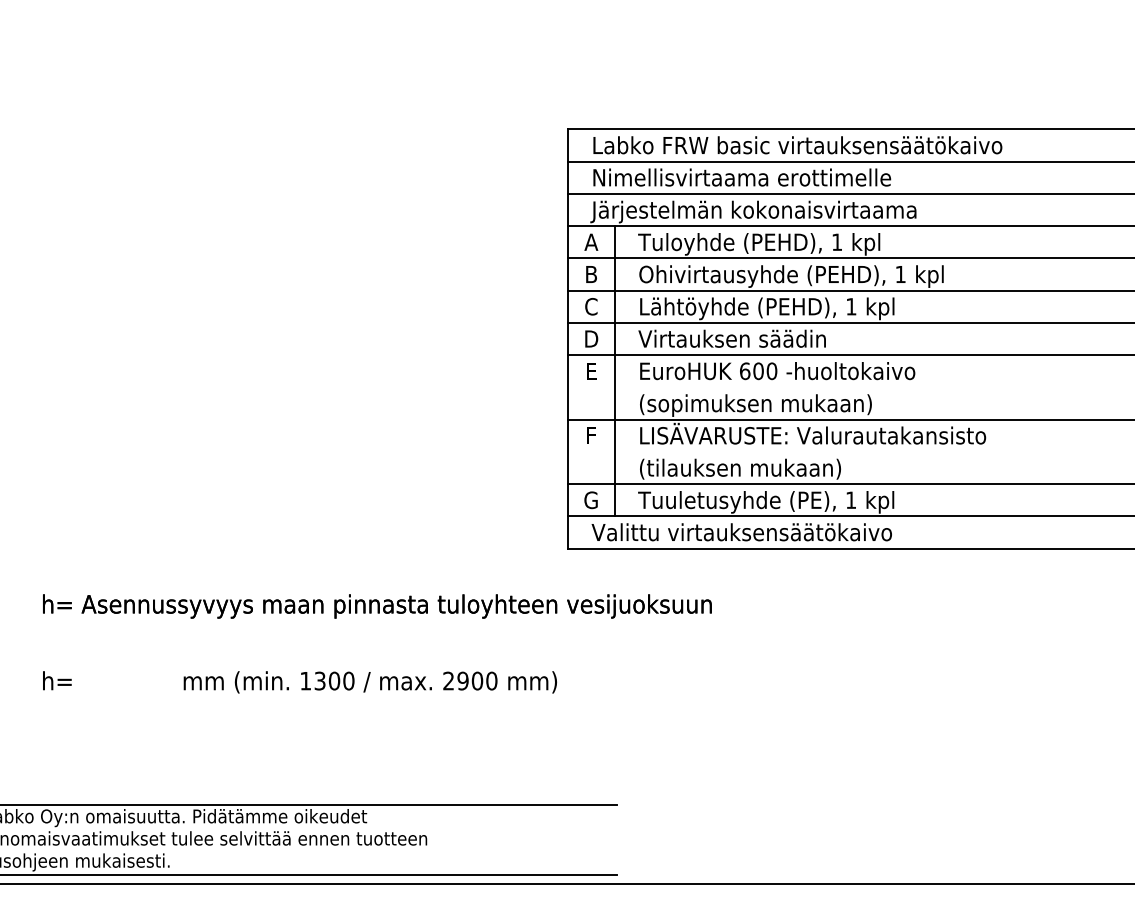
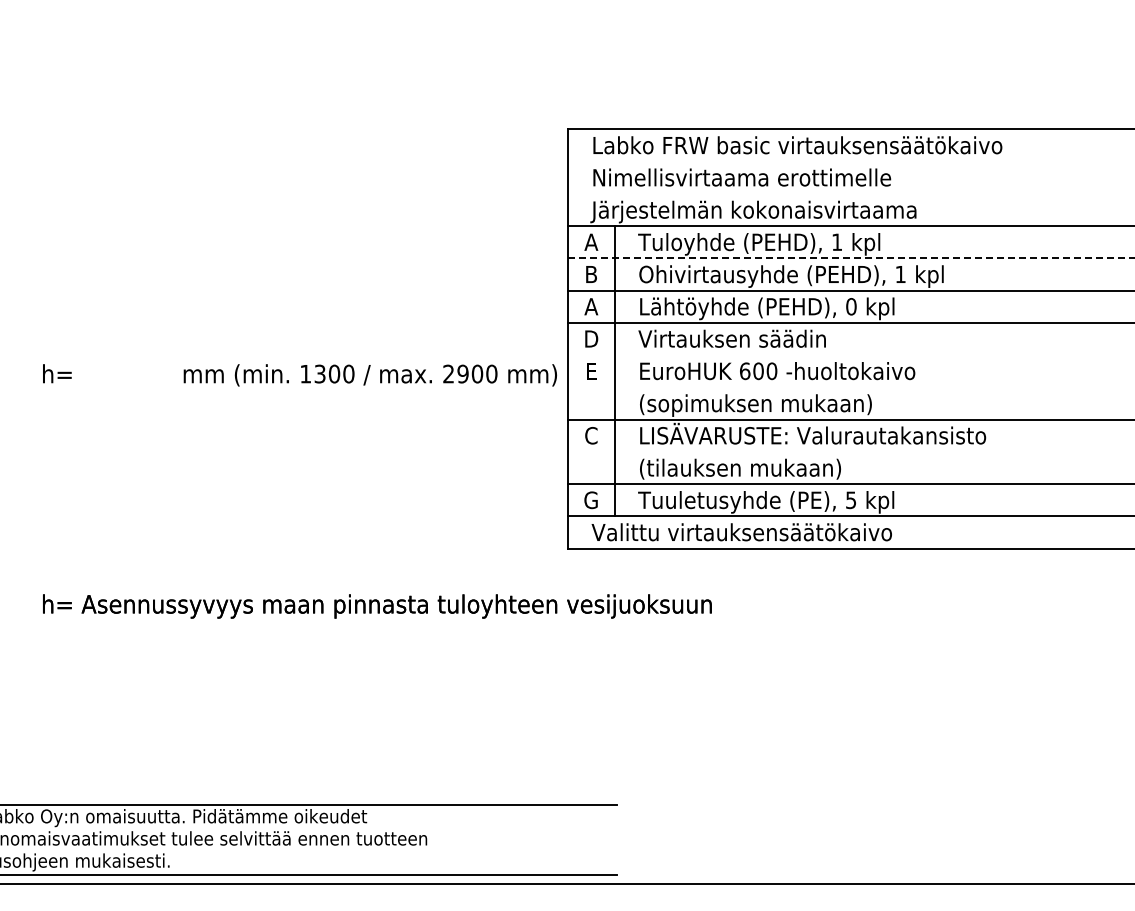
line at (849, 161): present -> none
line at (849, 193): present -> none
line at (851, 258): solid -> dashed
text at (591, 306): C -> A
text at (851, 306): 1 -> 0
line at (849, 355): present -> none
text at (591, 435): F -> C
text at (851, 500): 1 -> 5
text at (299, 682) position: (299, 682) -> (299, 375)
